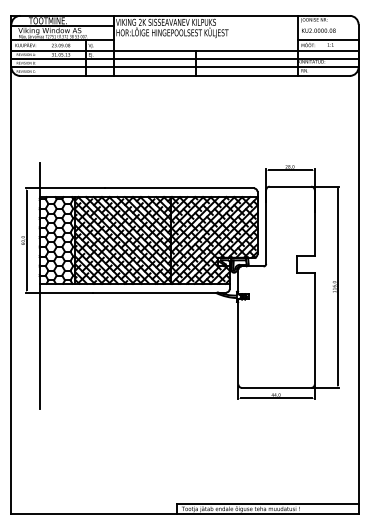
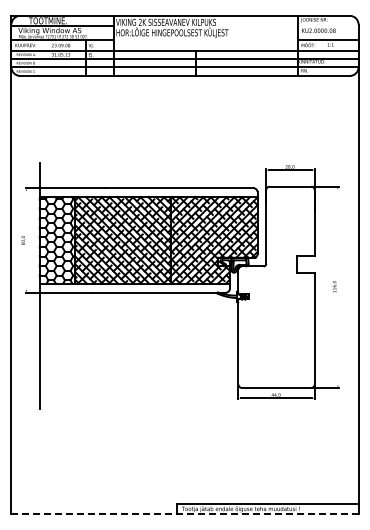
line at (26, 240): present -> none
line at (337, 287): present -> none
line at (185, 514): solid -> dashed
